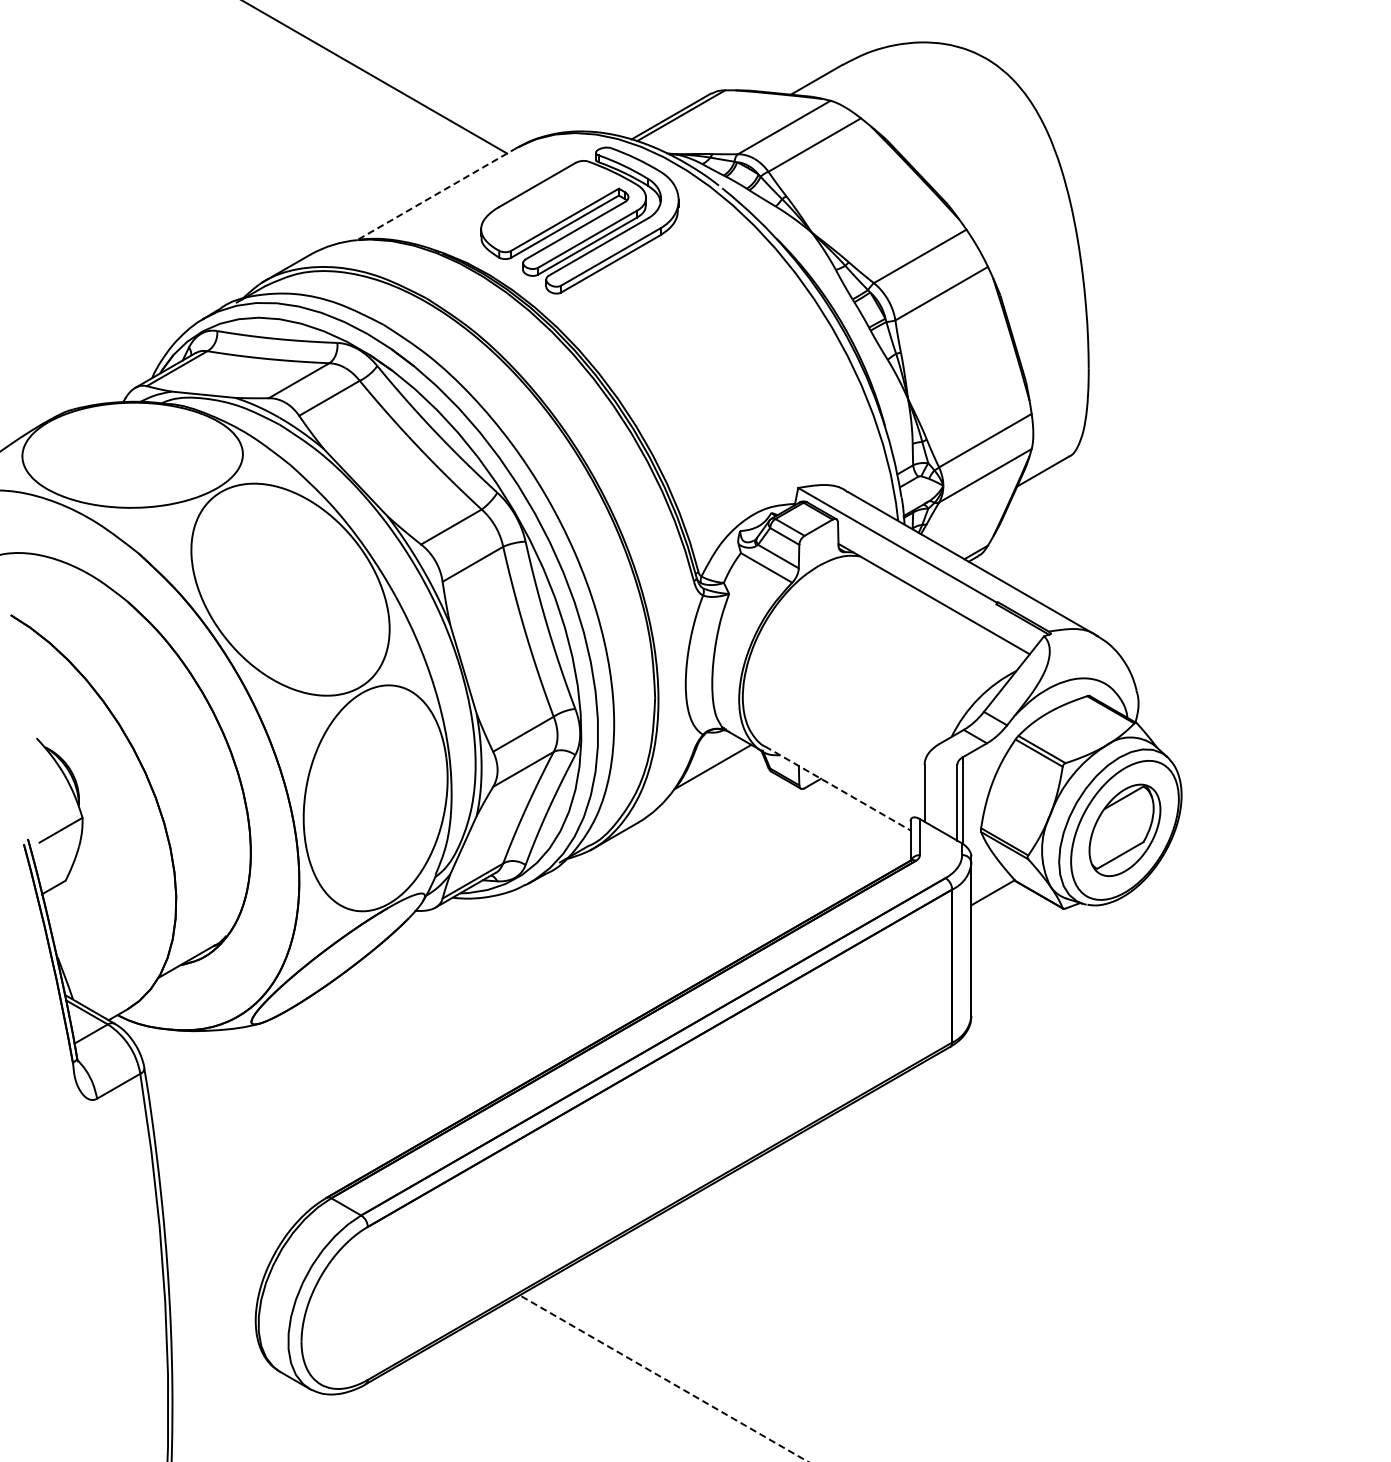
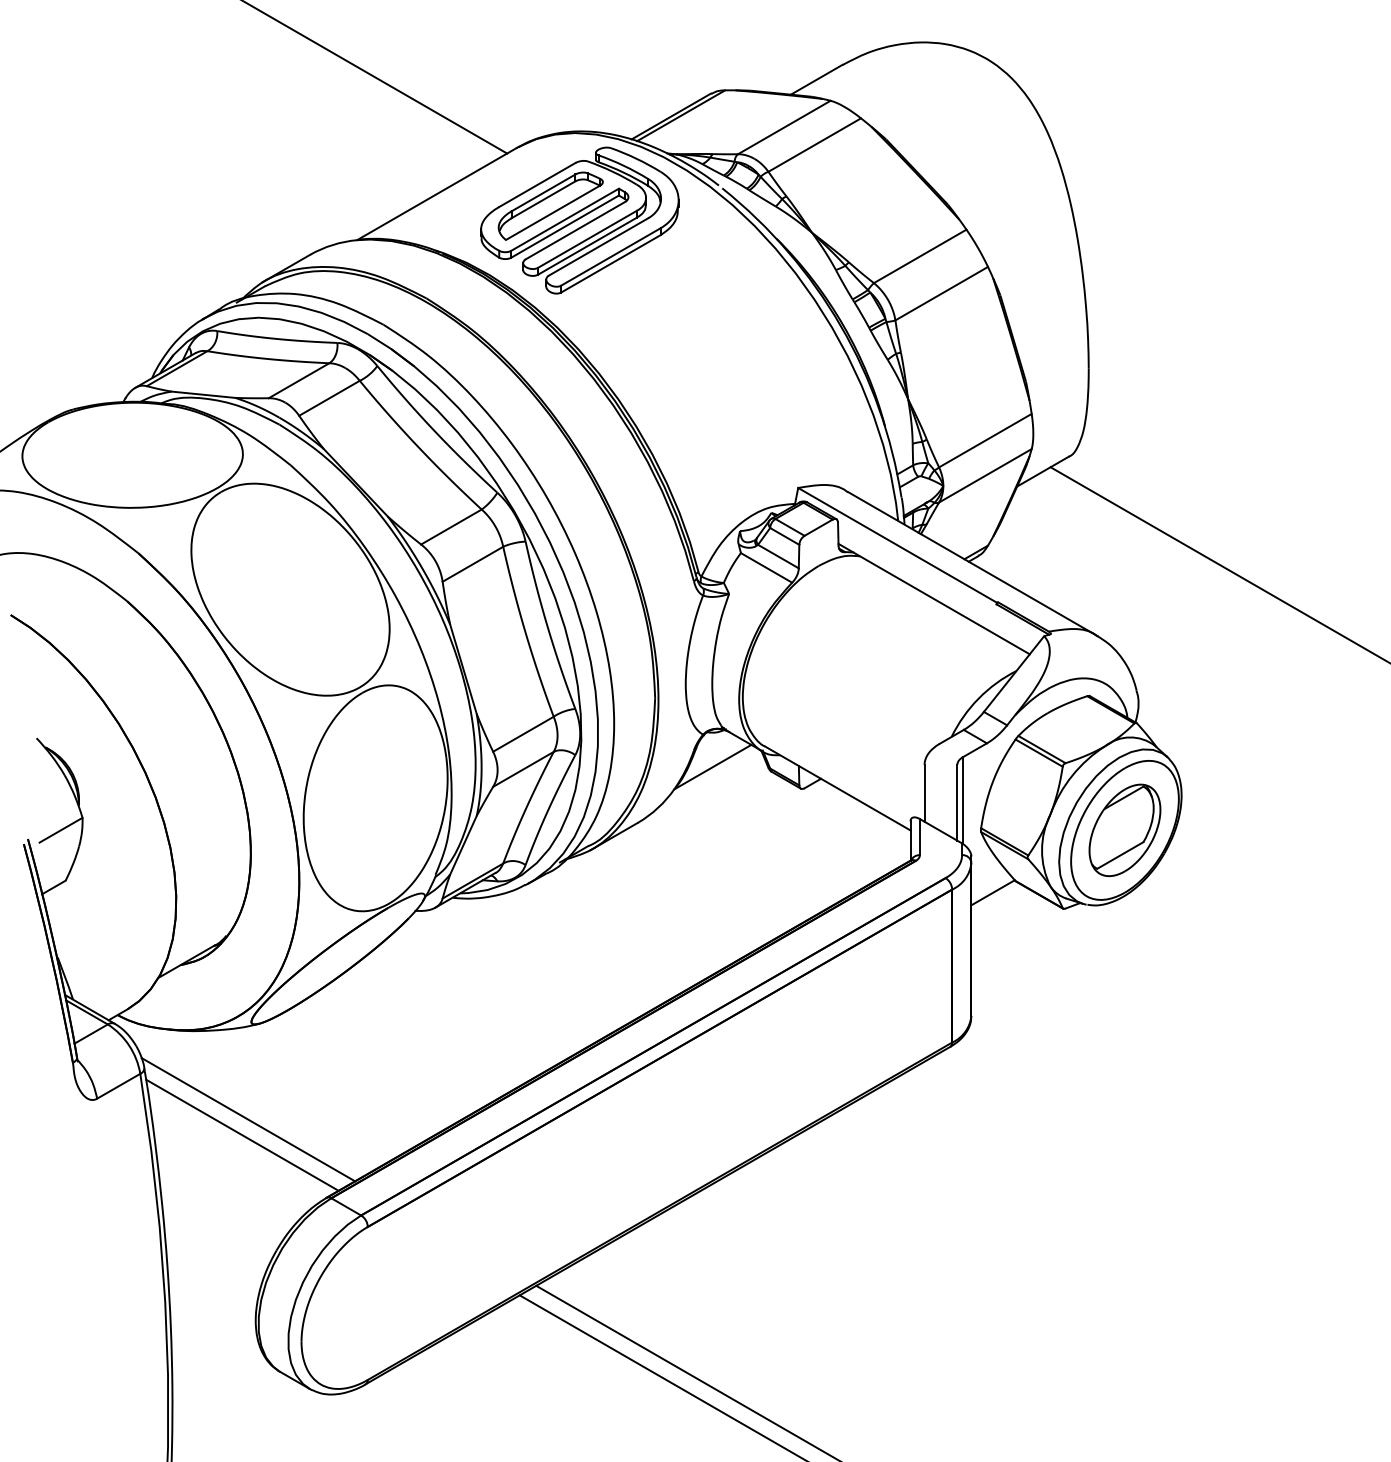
line at (436, 194): dashed -> solid
part at (550, 205): none -> present
line at (1218, 564): none -> present
line at (838, 788): dashed -> solid
line at (248, 1119): none -> present
line at (242, 1134): none -> present
line at (686, 1371): none -> present
line at (663, 1378): dashed -> solid
